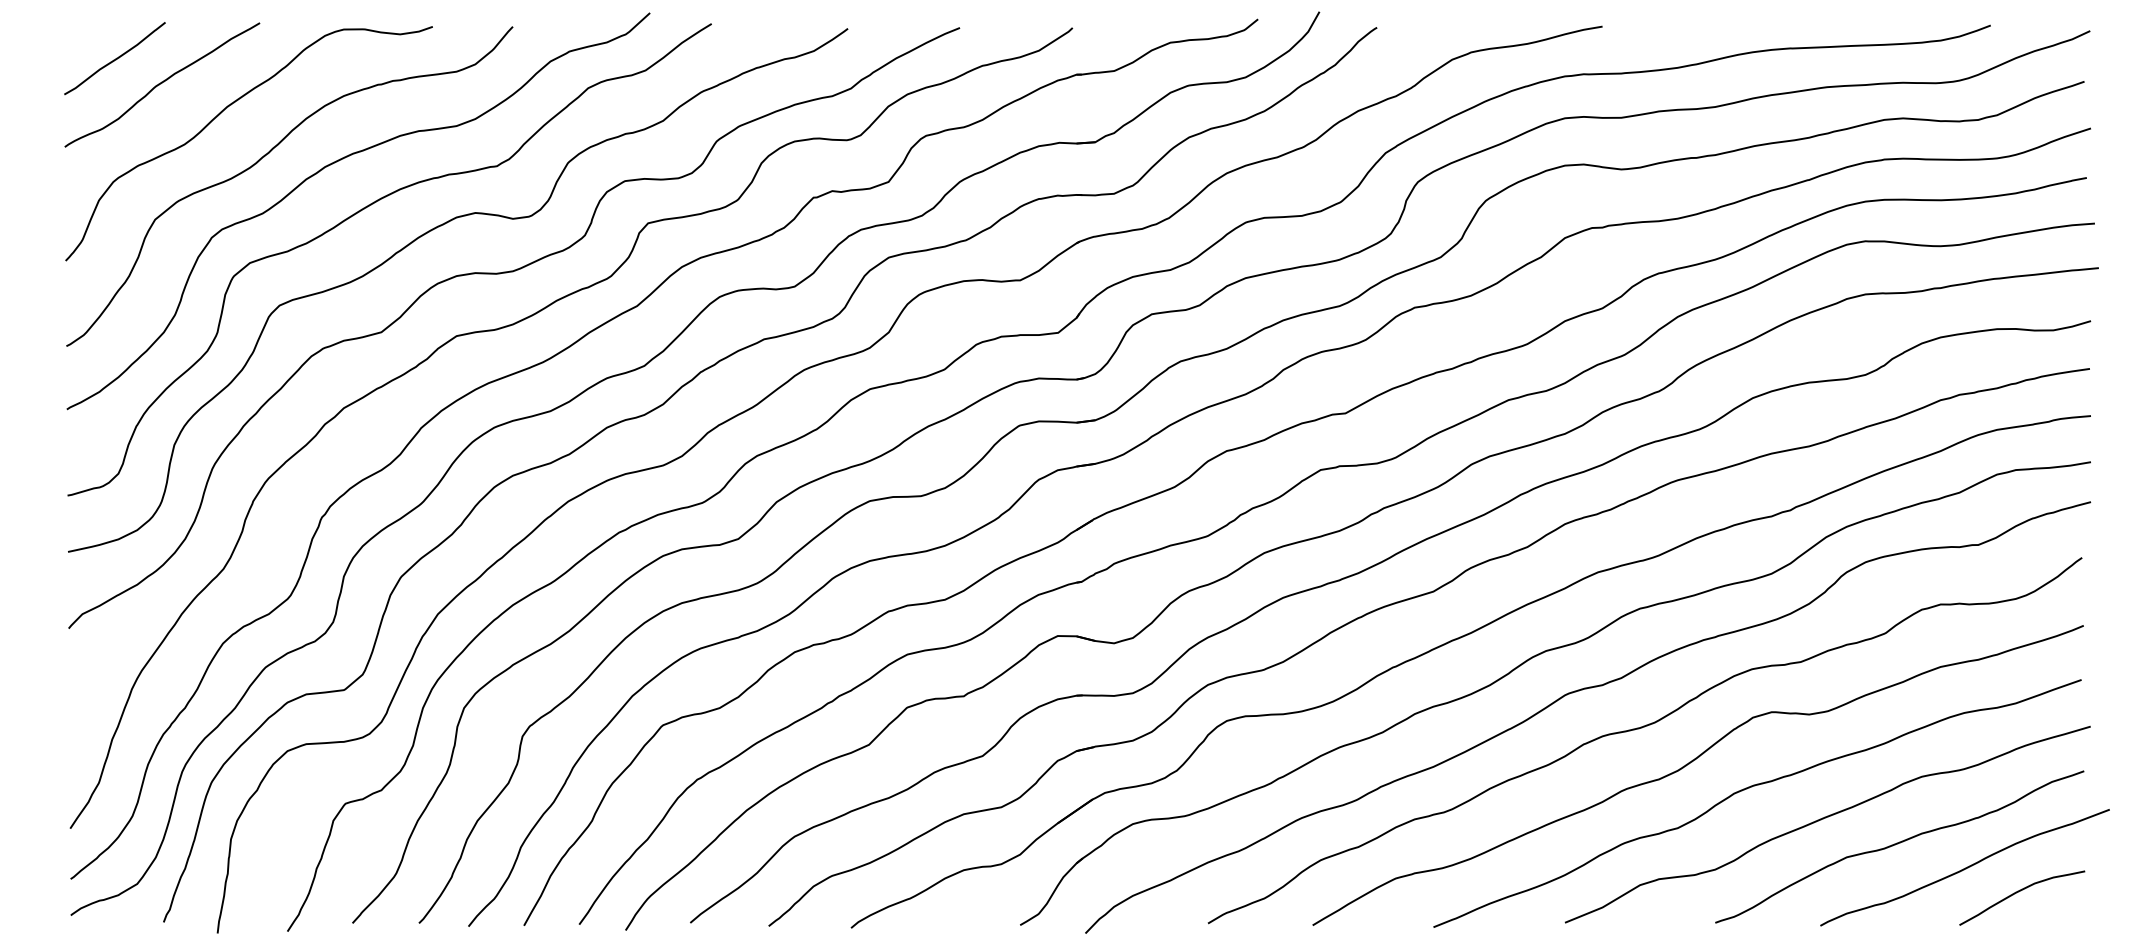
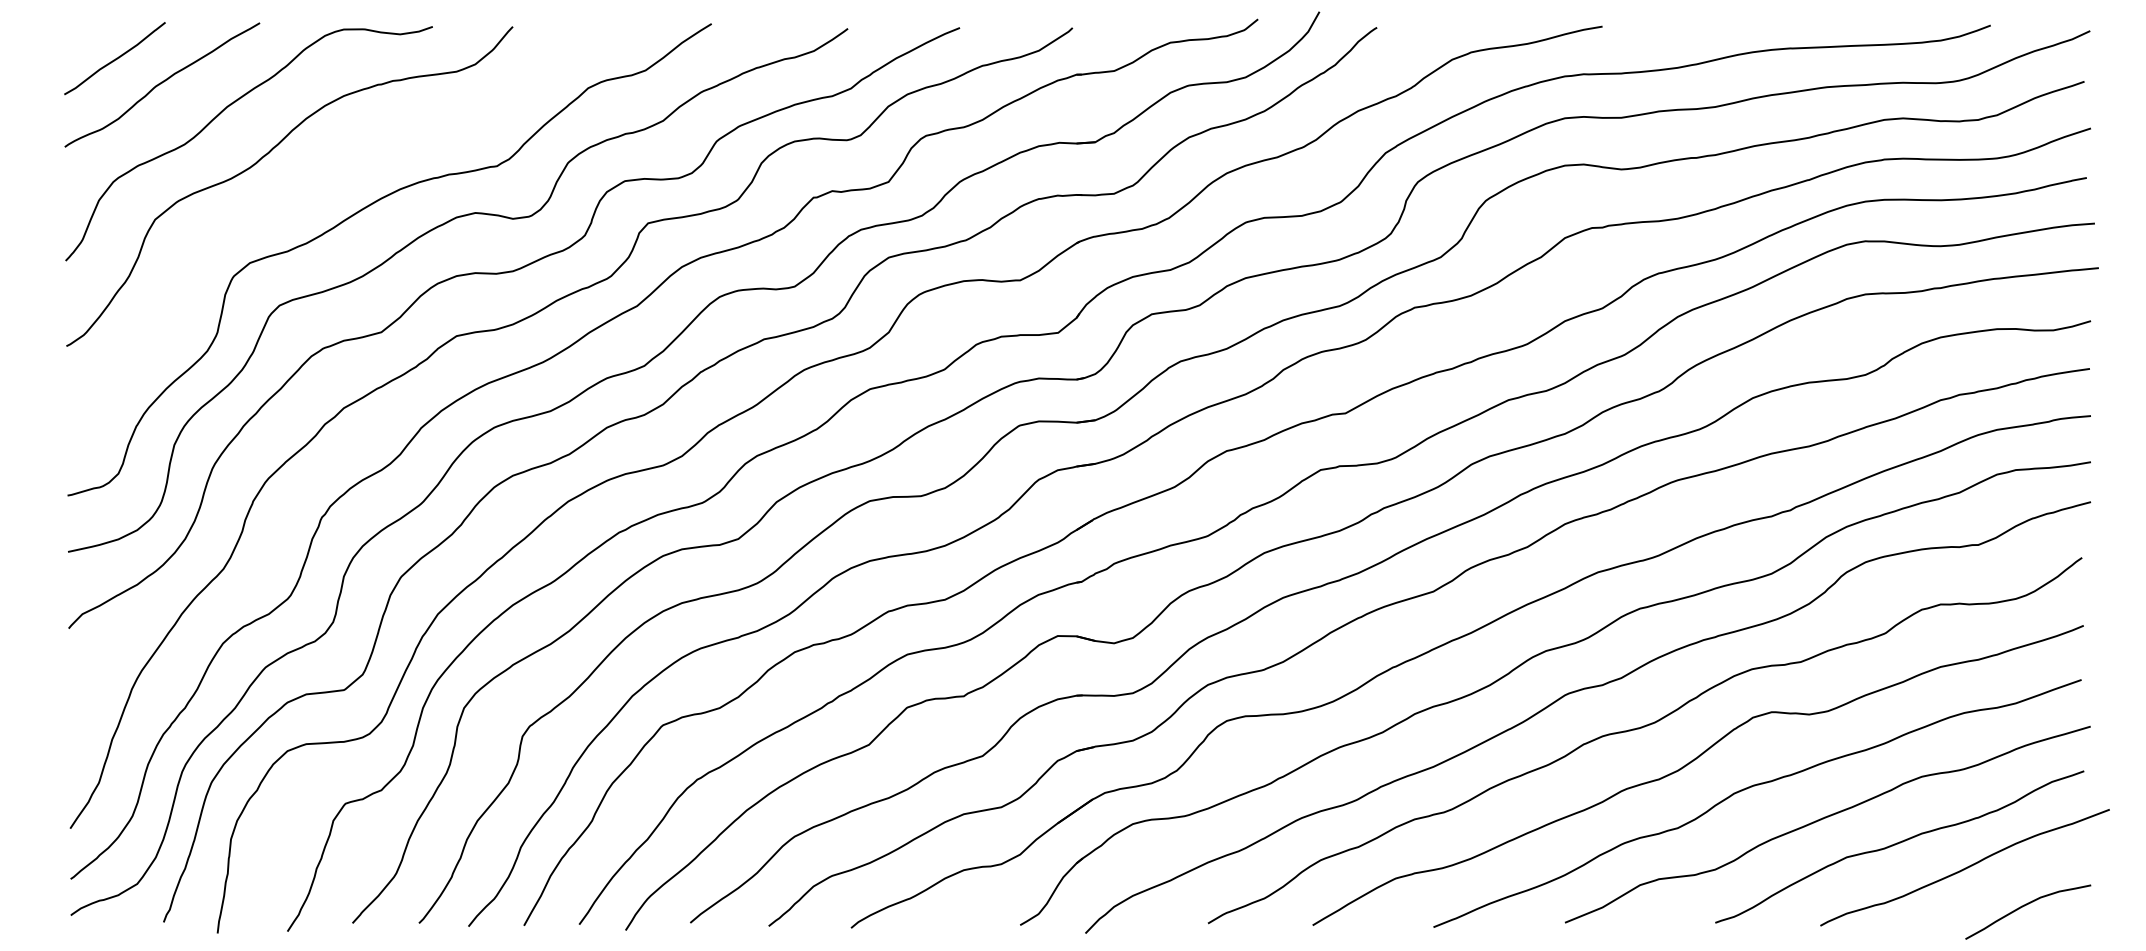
curve at (337, 162): present -> none
curve at (2020, 891) position: (2020, 891) -> (2026, 905)
